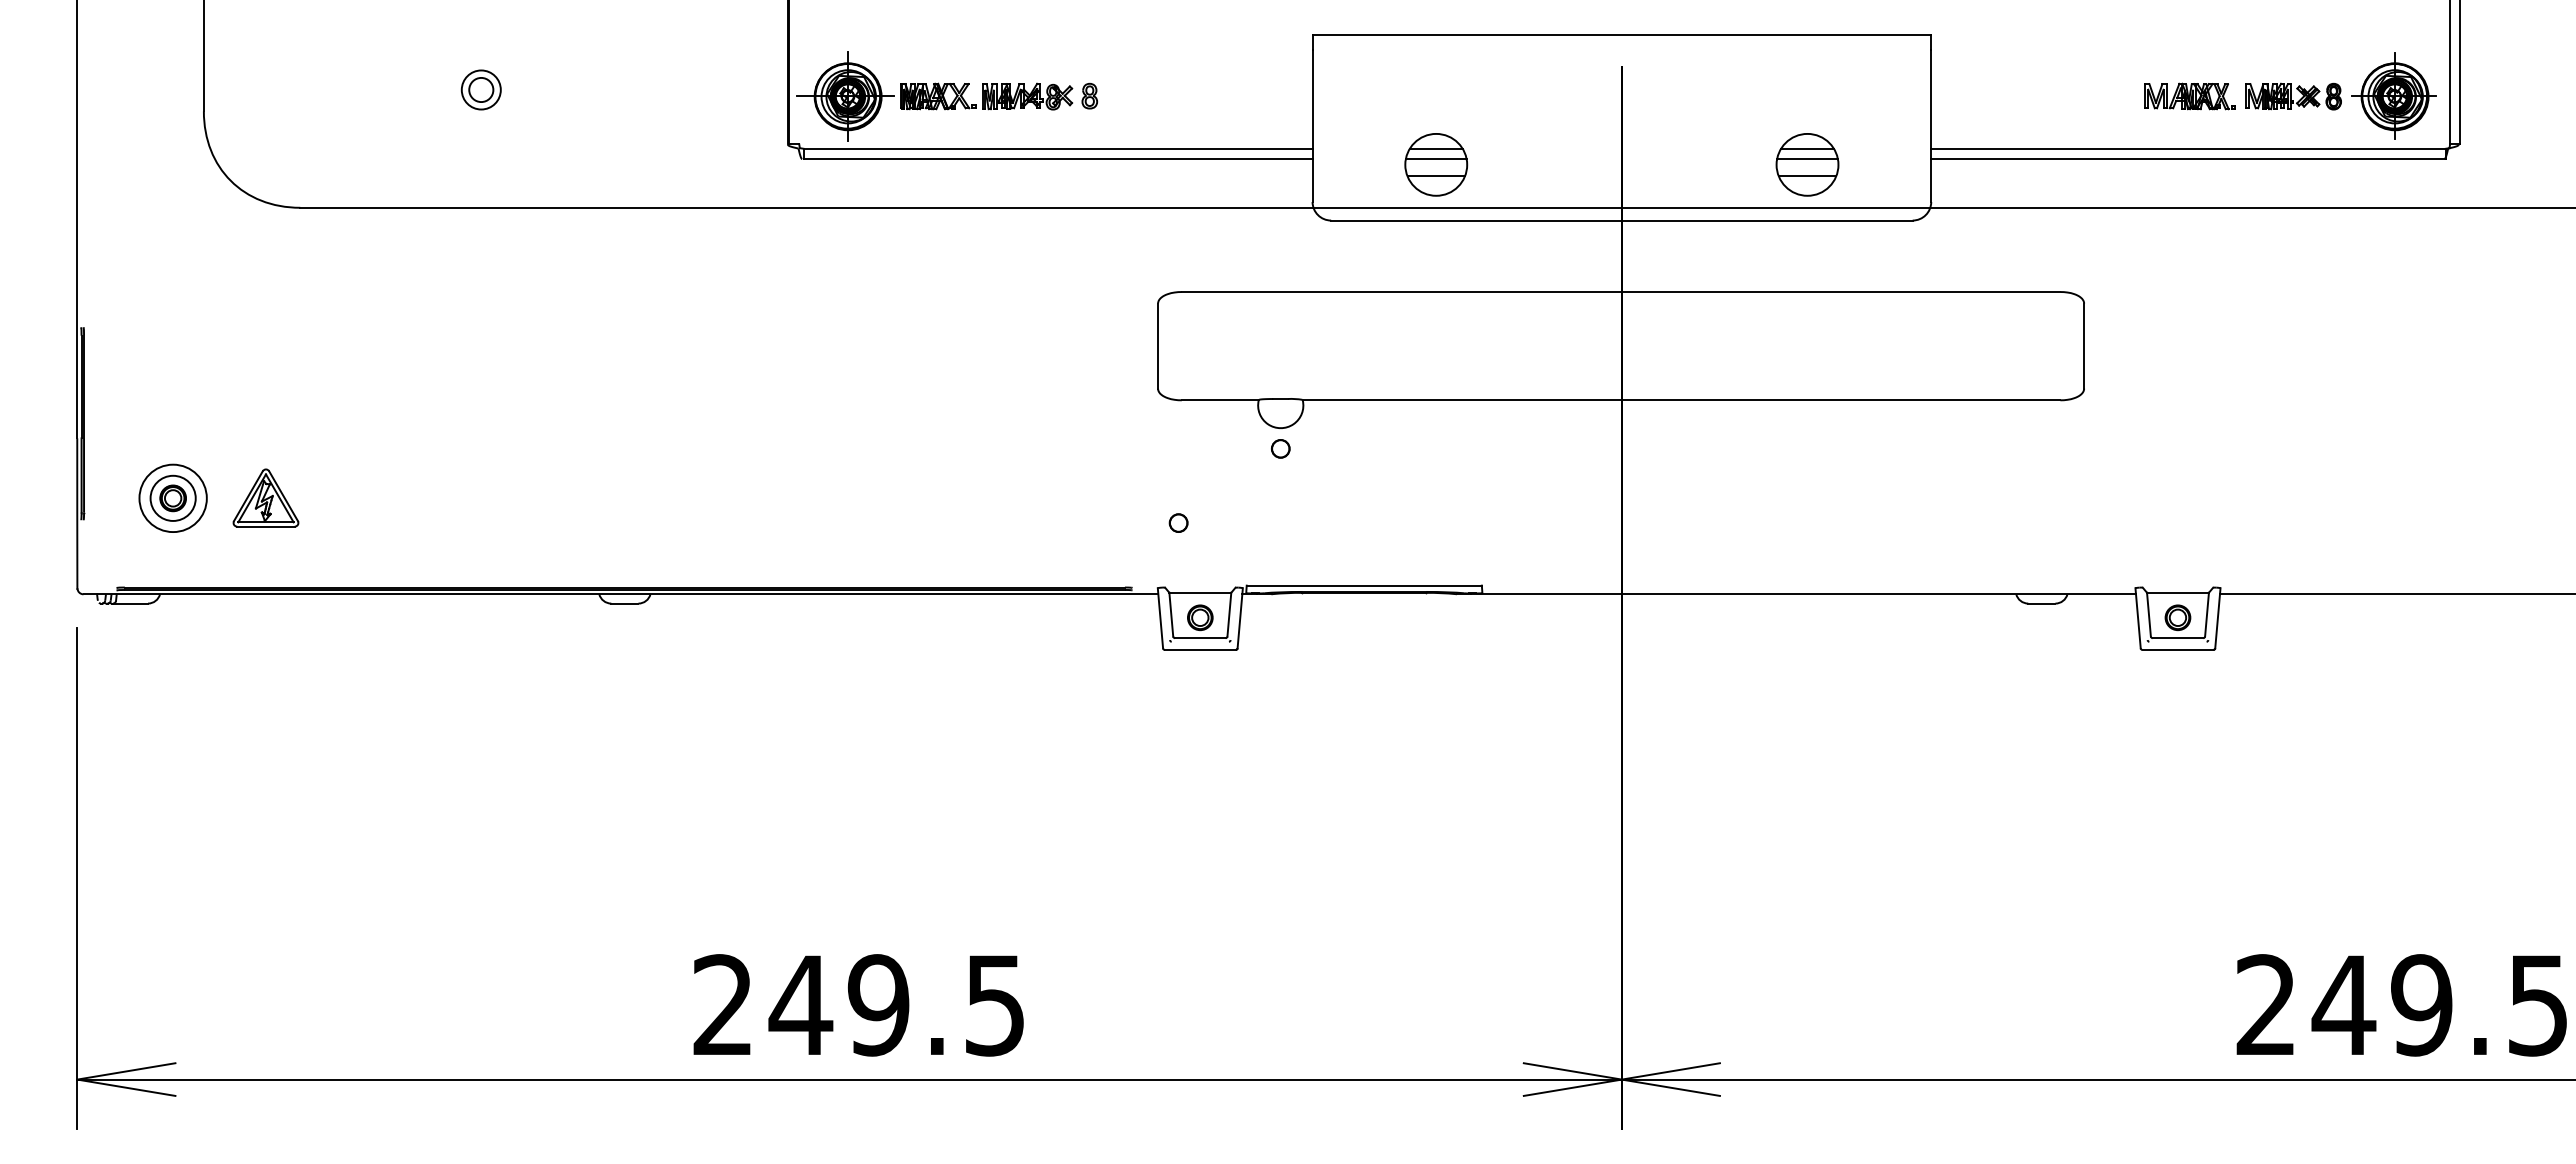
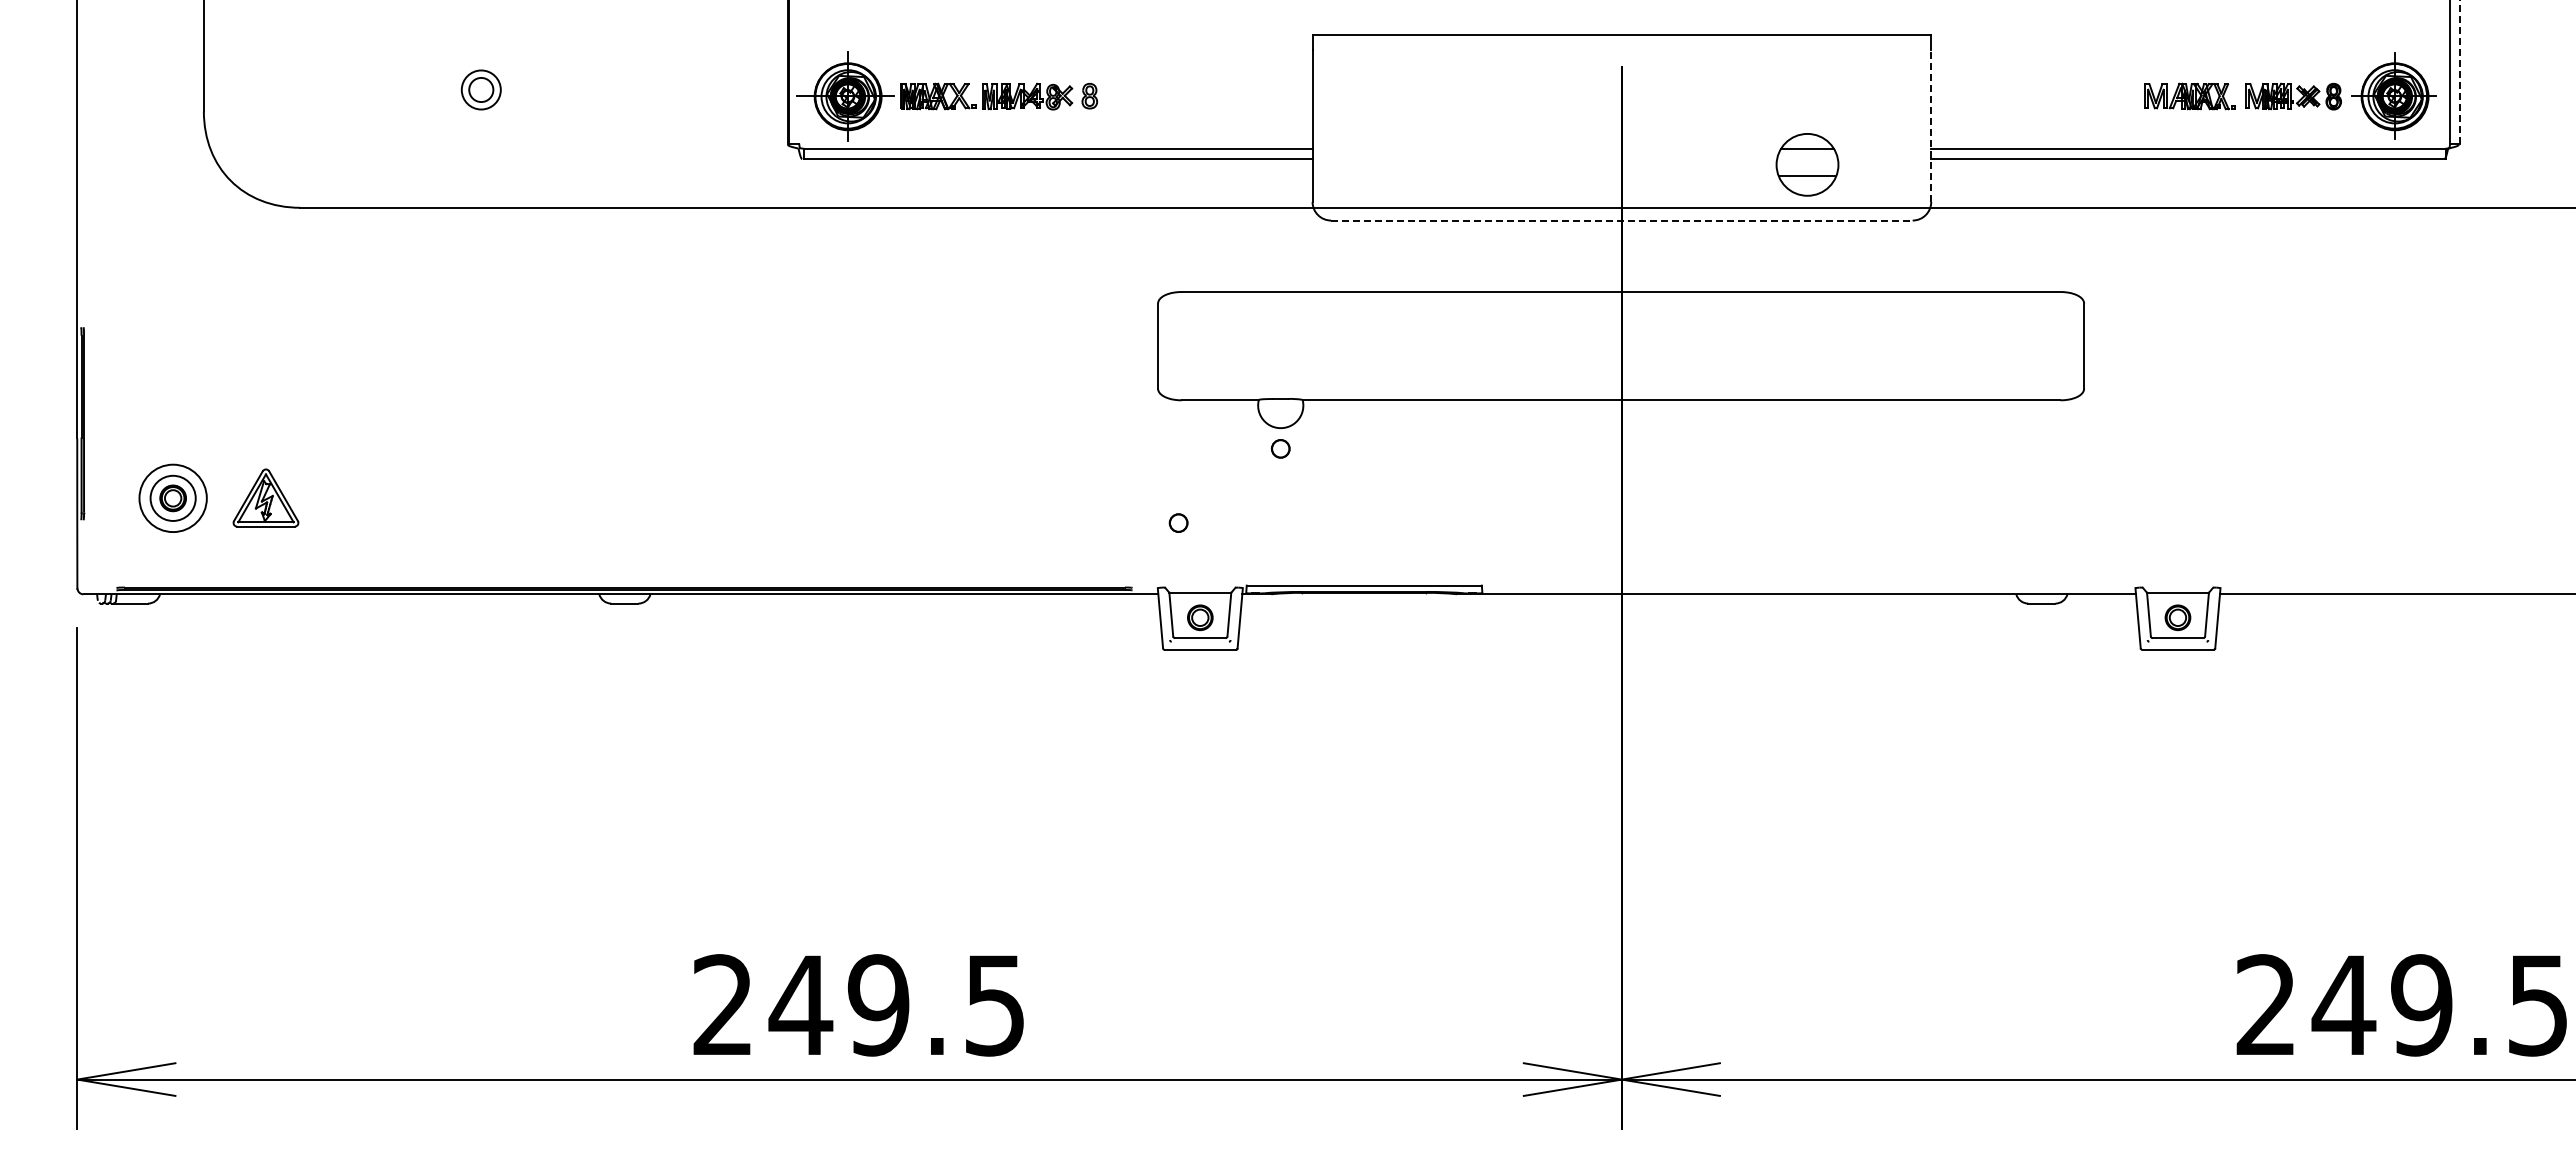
line at (2460, 72): solid -> dashed
line at (1931, 125): solid -> dashed
line at (1807, 158): present -> none
part at (1436, 164): present -> none
line at (1621, 220): solid -> dashed
